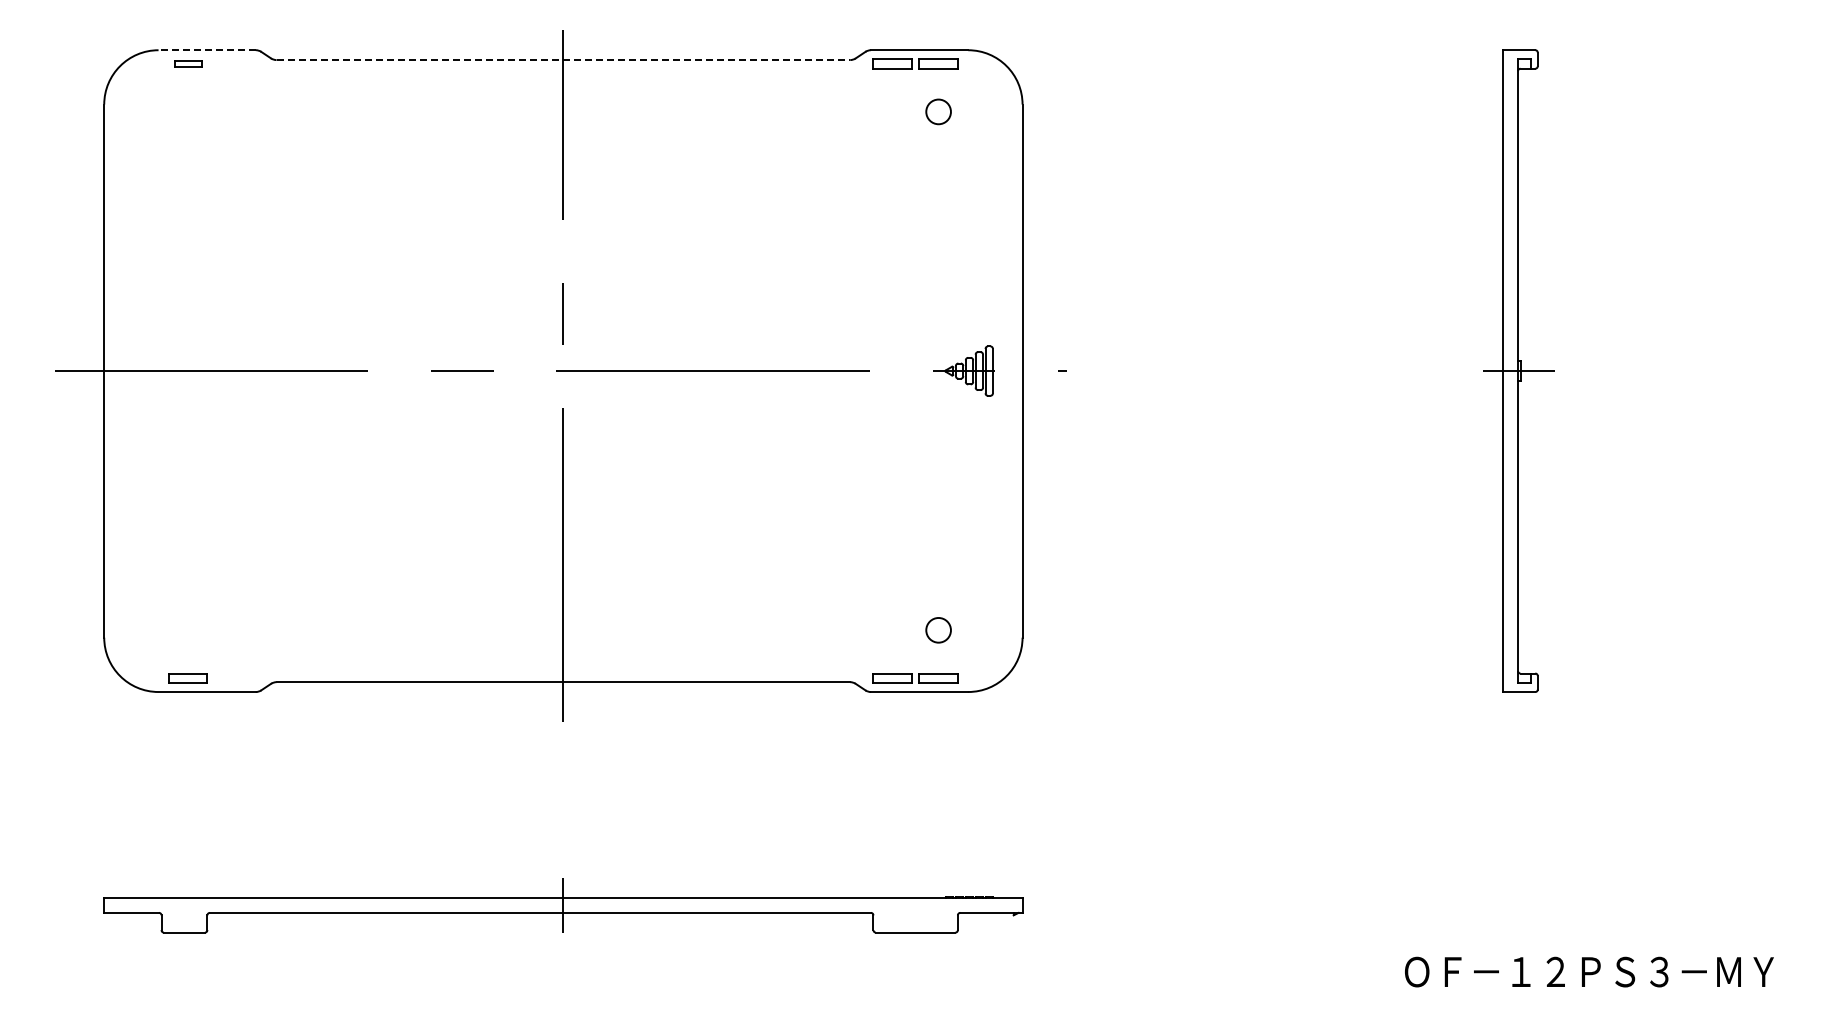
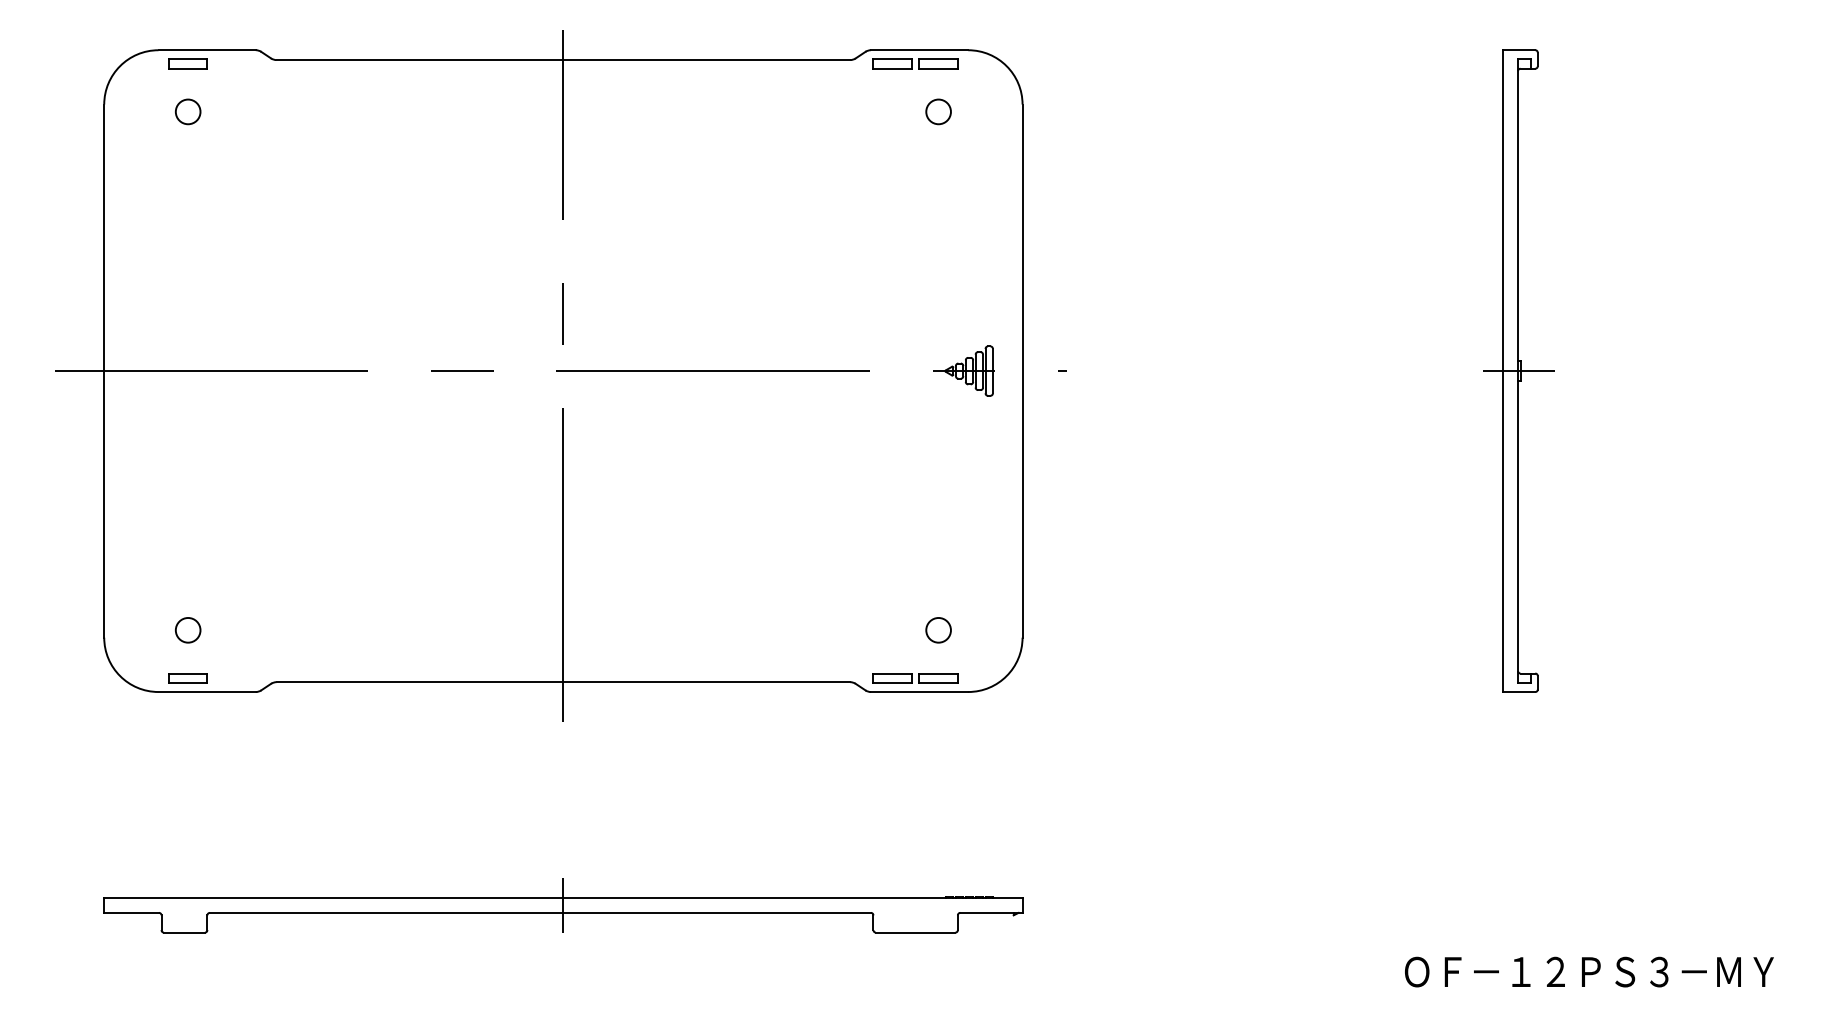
line at (207, 50): dashed -> solid
line at (563, 60): dashed -> solid
part at (188, 63) size: 29x8 px -> 40x12 px
circle at (188, 111): none -> present
circle at (188, 630): none -> present
